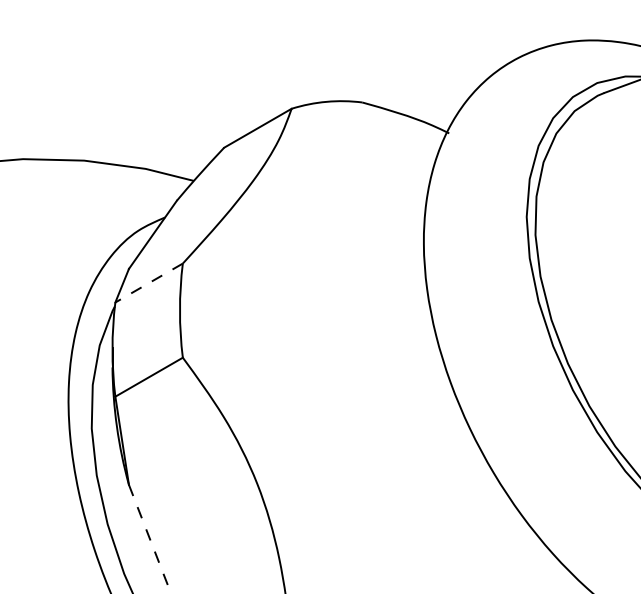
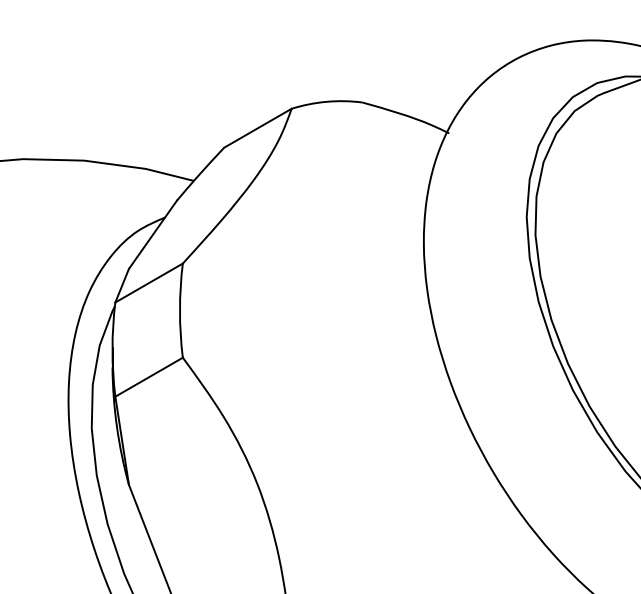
line at (149, 283): dashed -> solid
line at (150, 539): dashed -> solid
